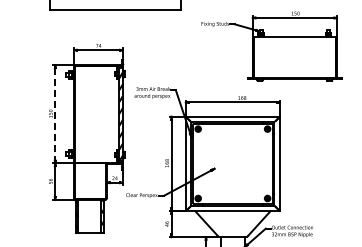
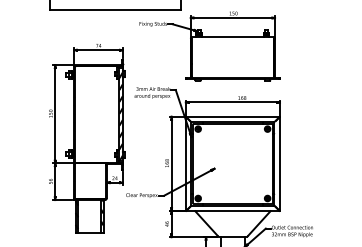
part at (271, 46) position: (271, 46) -> (209, 46)
line at (55, 114): dashed -> solid
